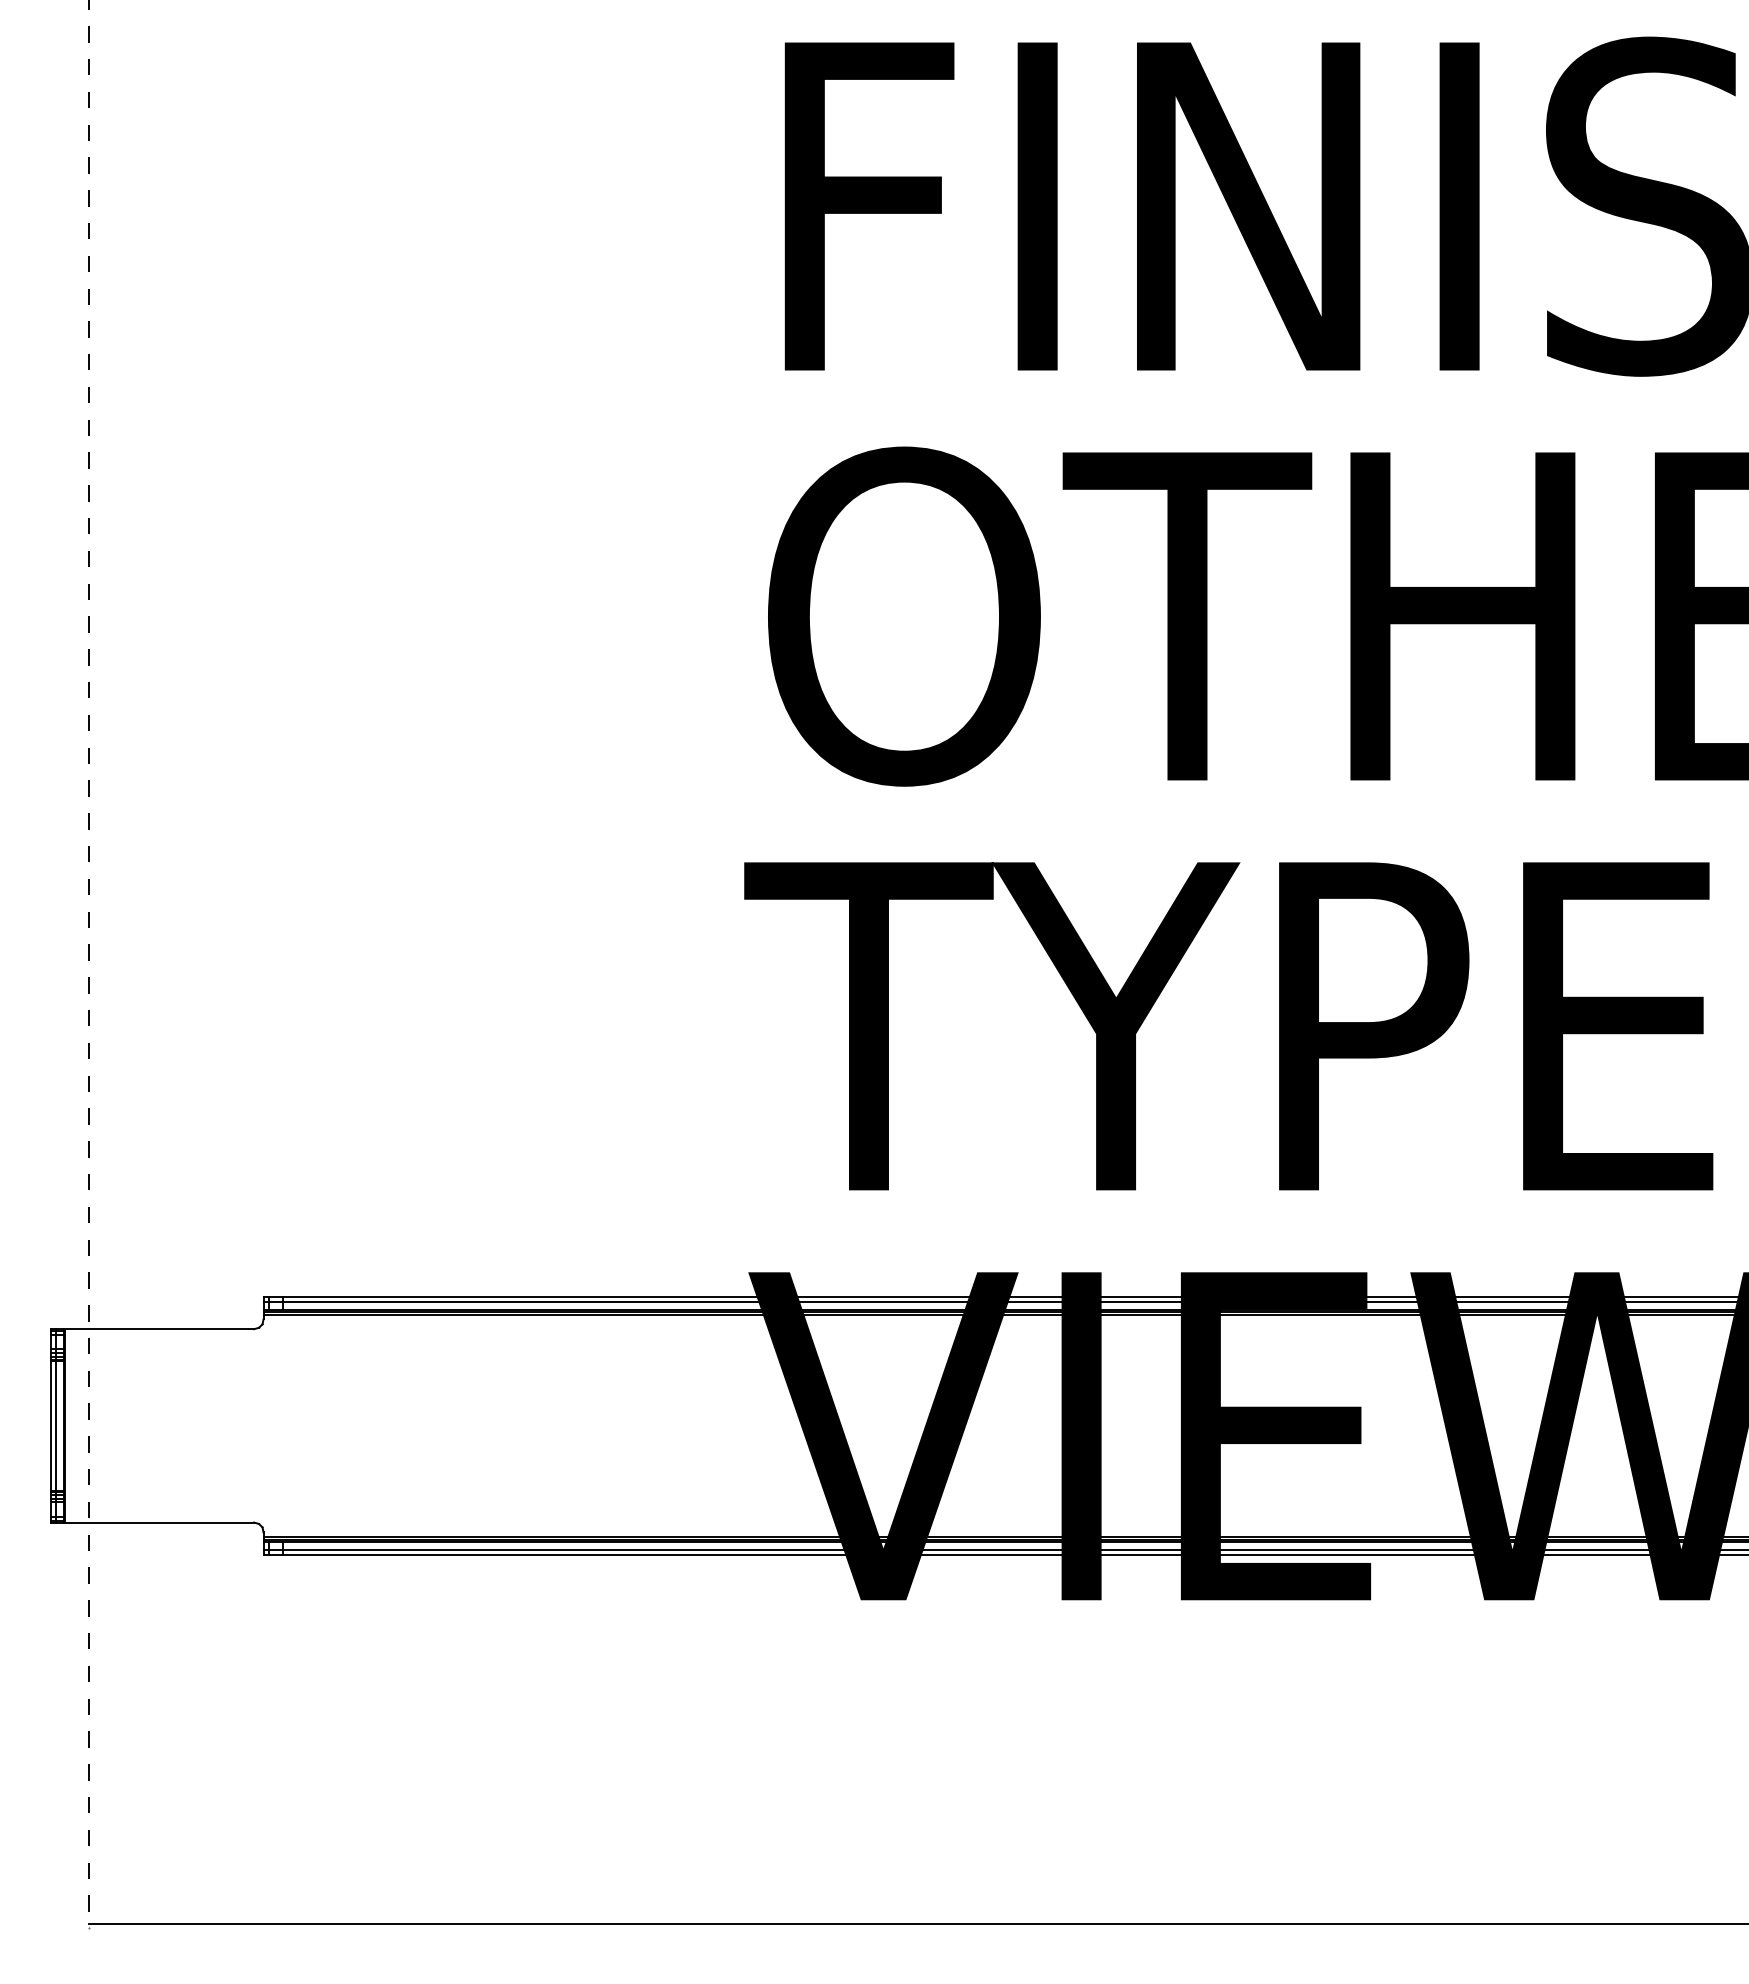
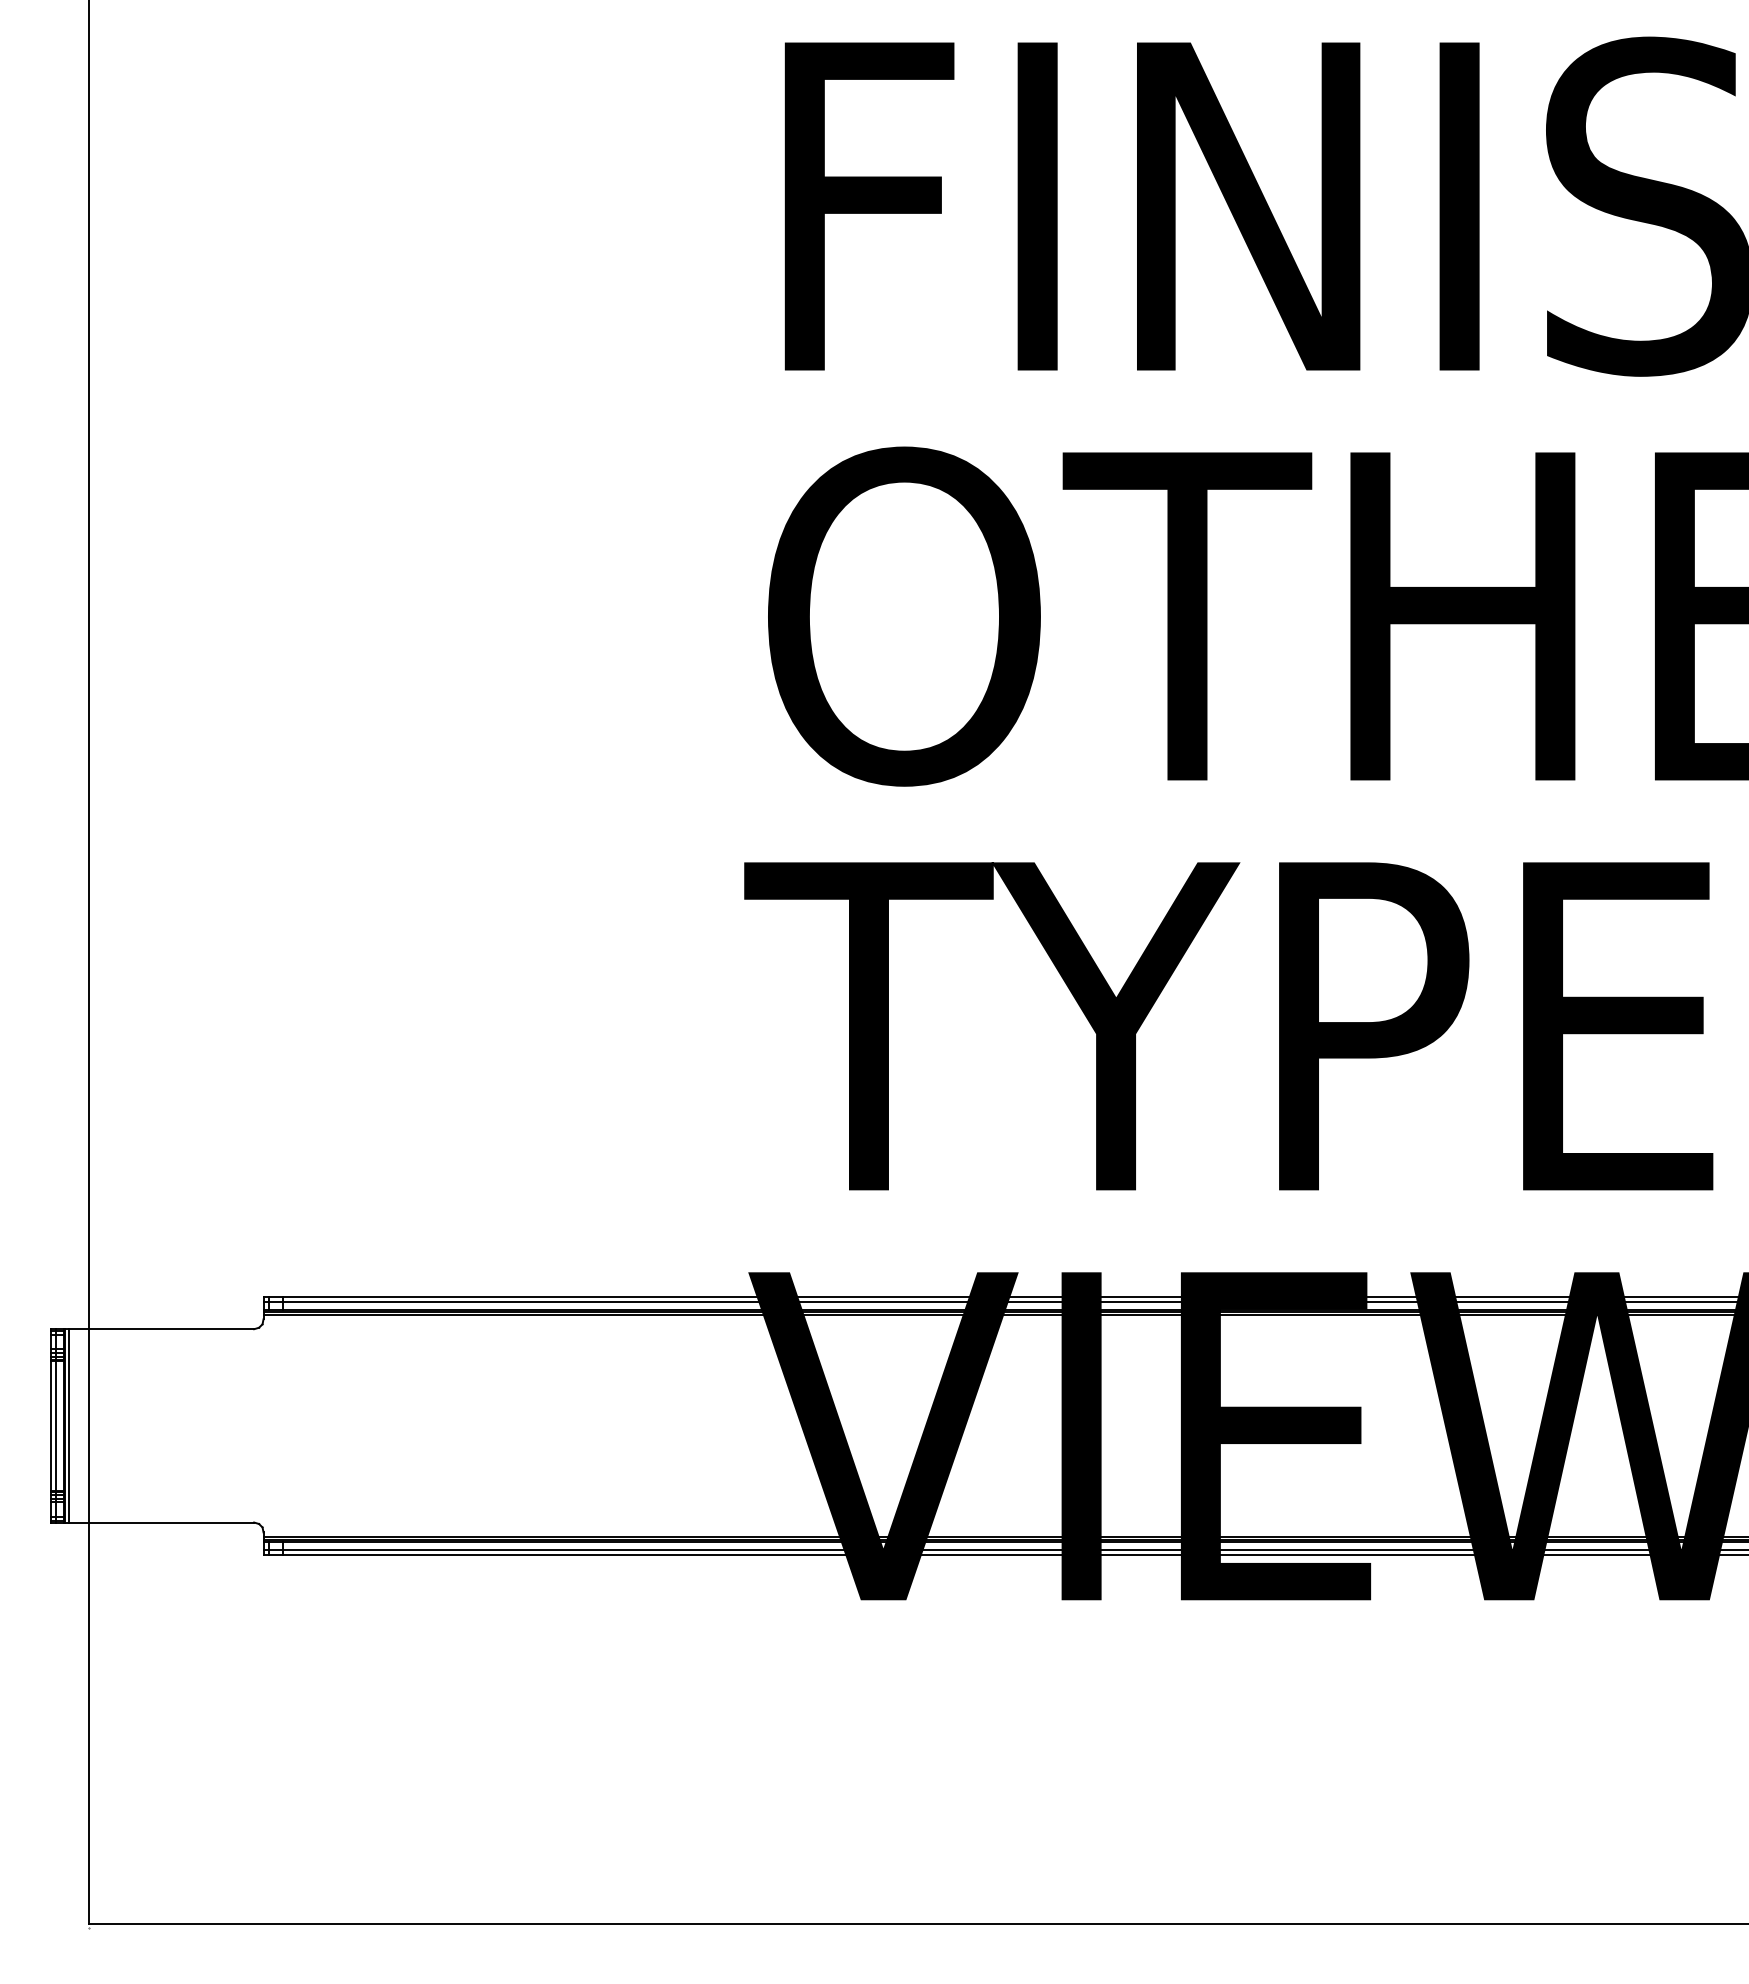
line at (89, 962): dashed -> solid
line at (68, 1425): none -> present
